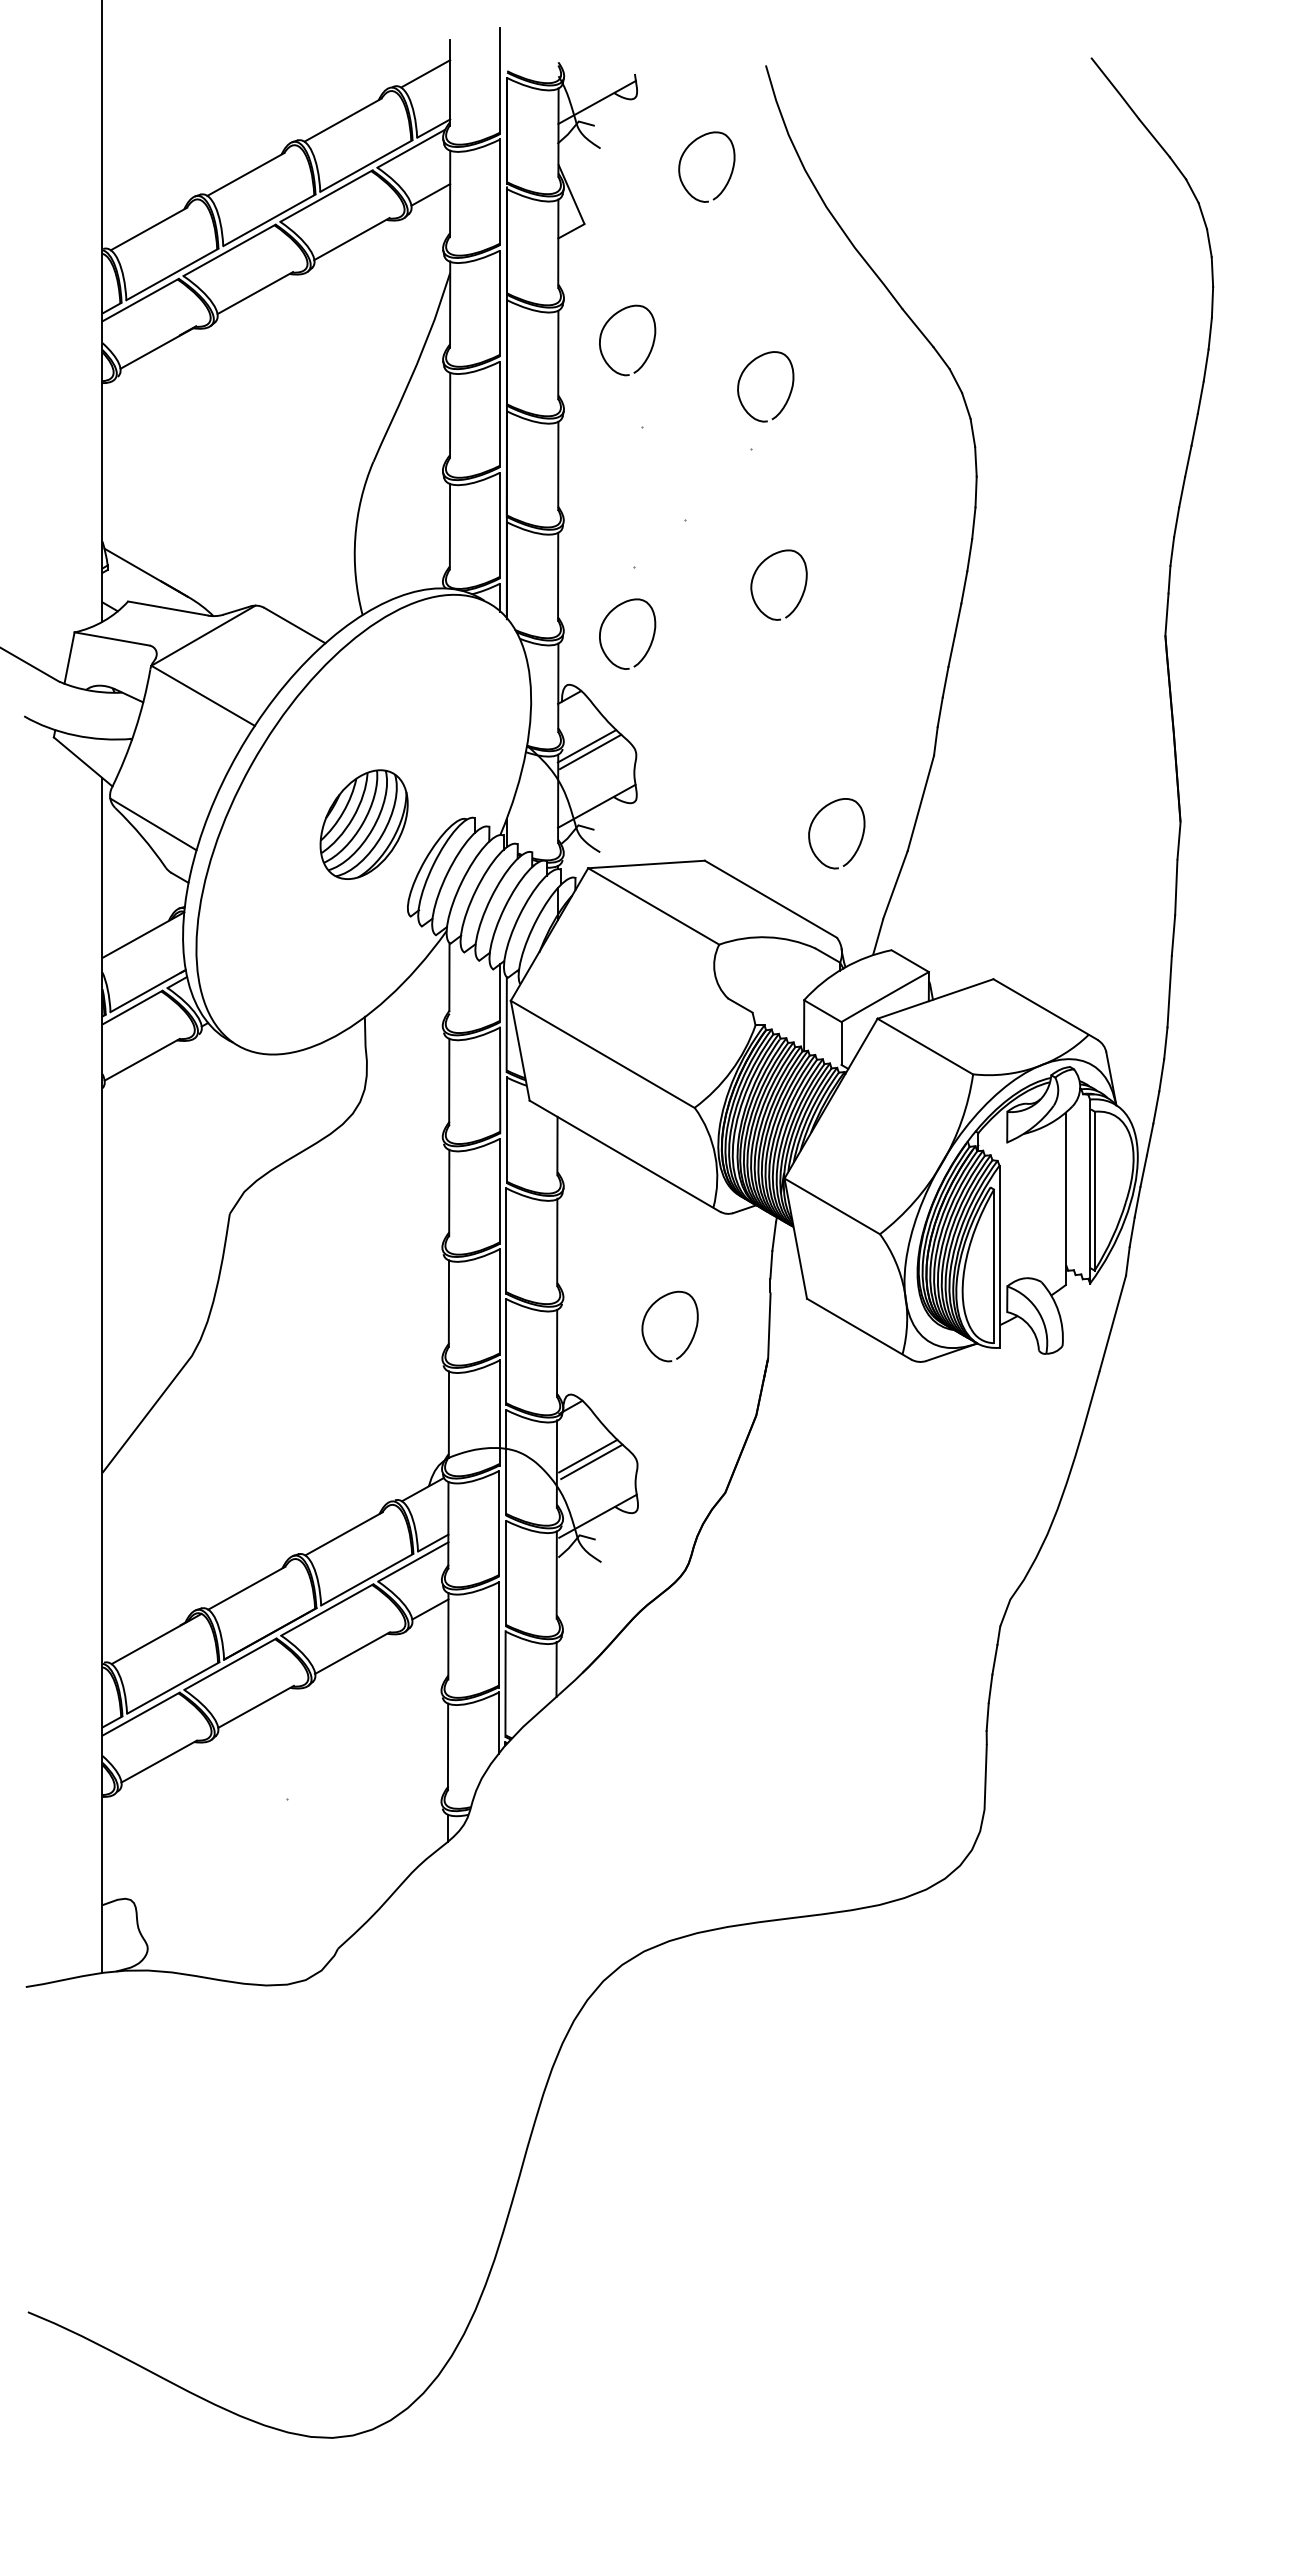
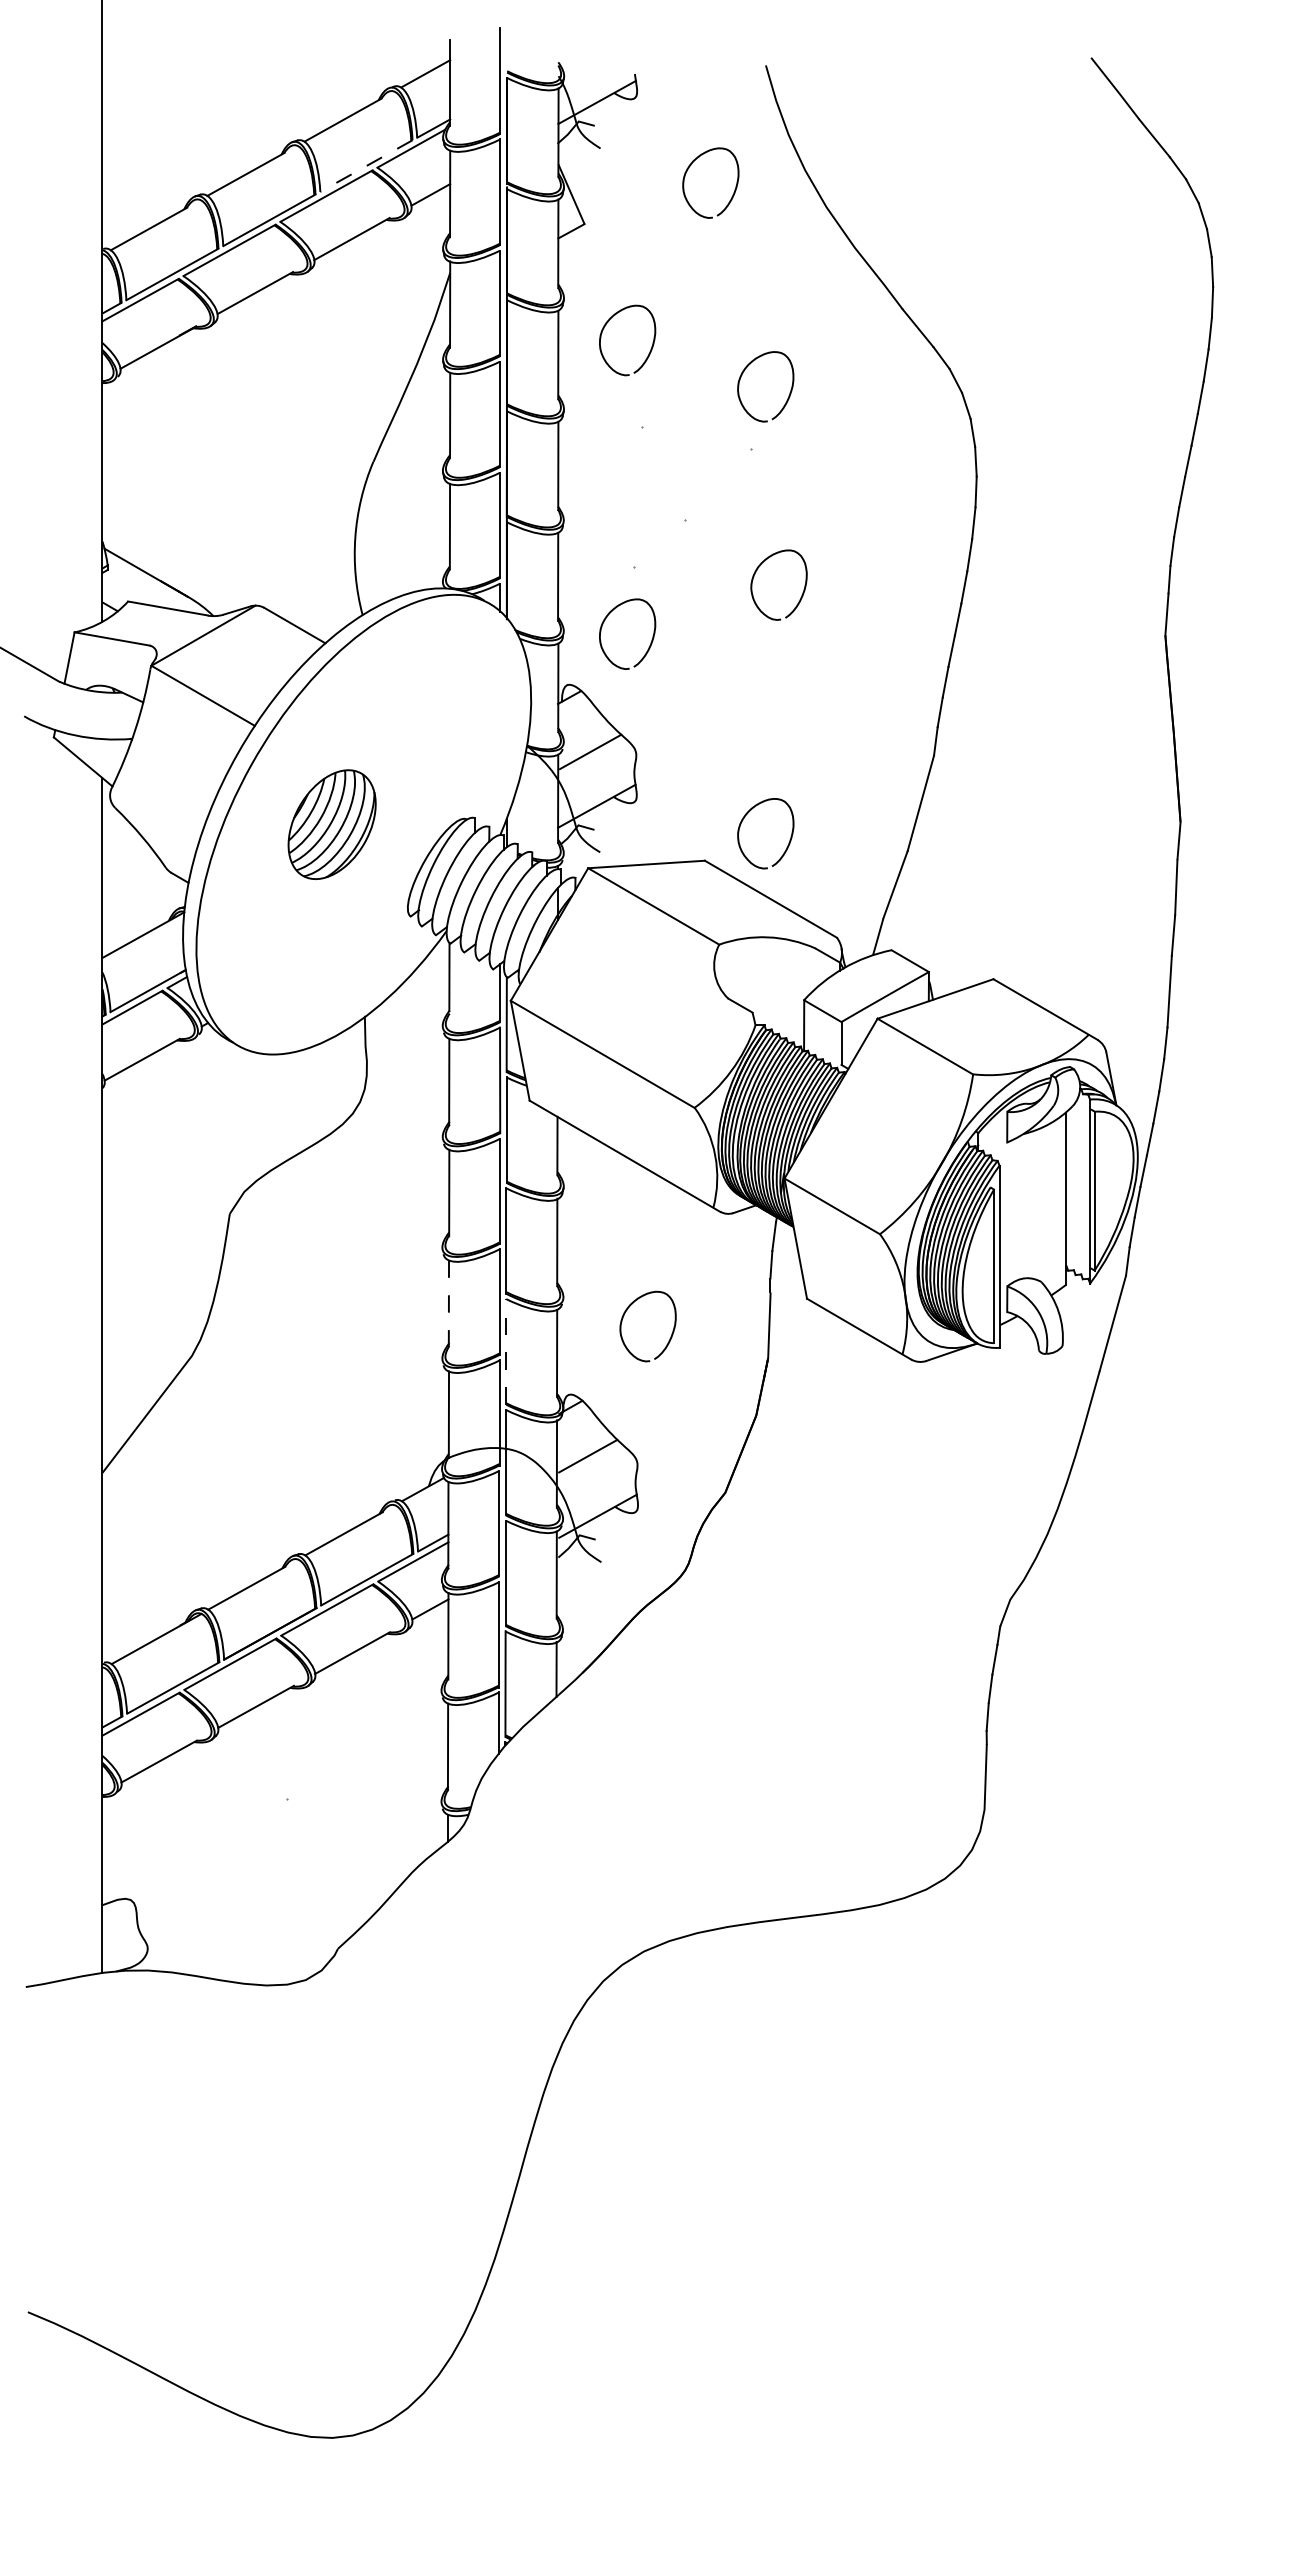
line at (366, 166): solid -> dashed
curve at (730, 173) position: (730, 173) -> (734, 189)
line at (586, 746): present -> none
line at (153, 824): present -> none
part at (363, 824) position: (363, 824) -> (331, 824)
curve at (859, 842) position: (859, 842) -> (788, 842)
line at (448, 1304): solid -> dashed
curve at (693, 1333) position: (693, 1333) -> (671, 1333)
line at (506, 1351): solid -> dashed
line at (591, 1461): present -> none
